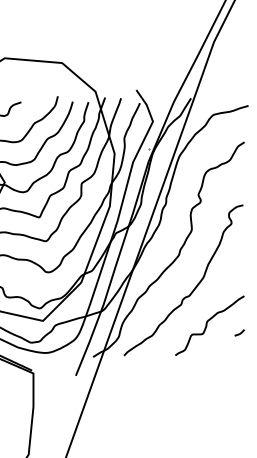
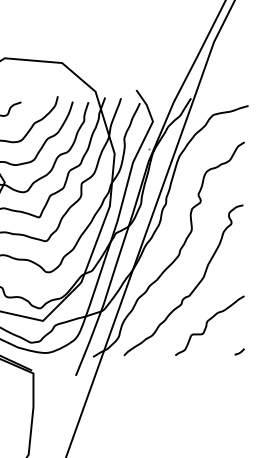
line at (240, 332) position: (240, 332) -> (240, 351)
